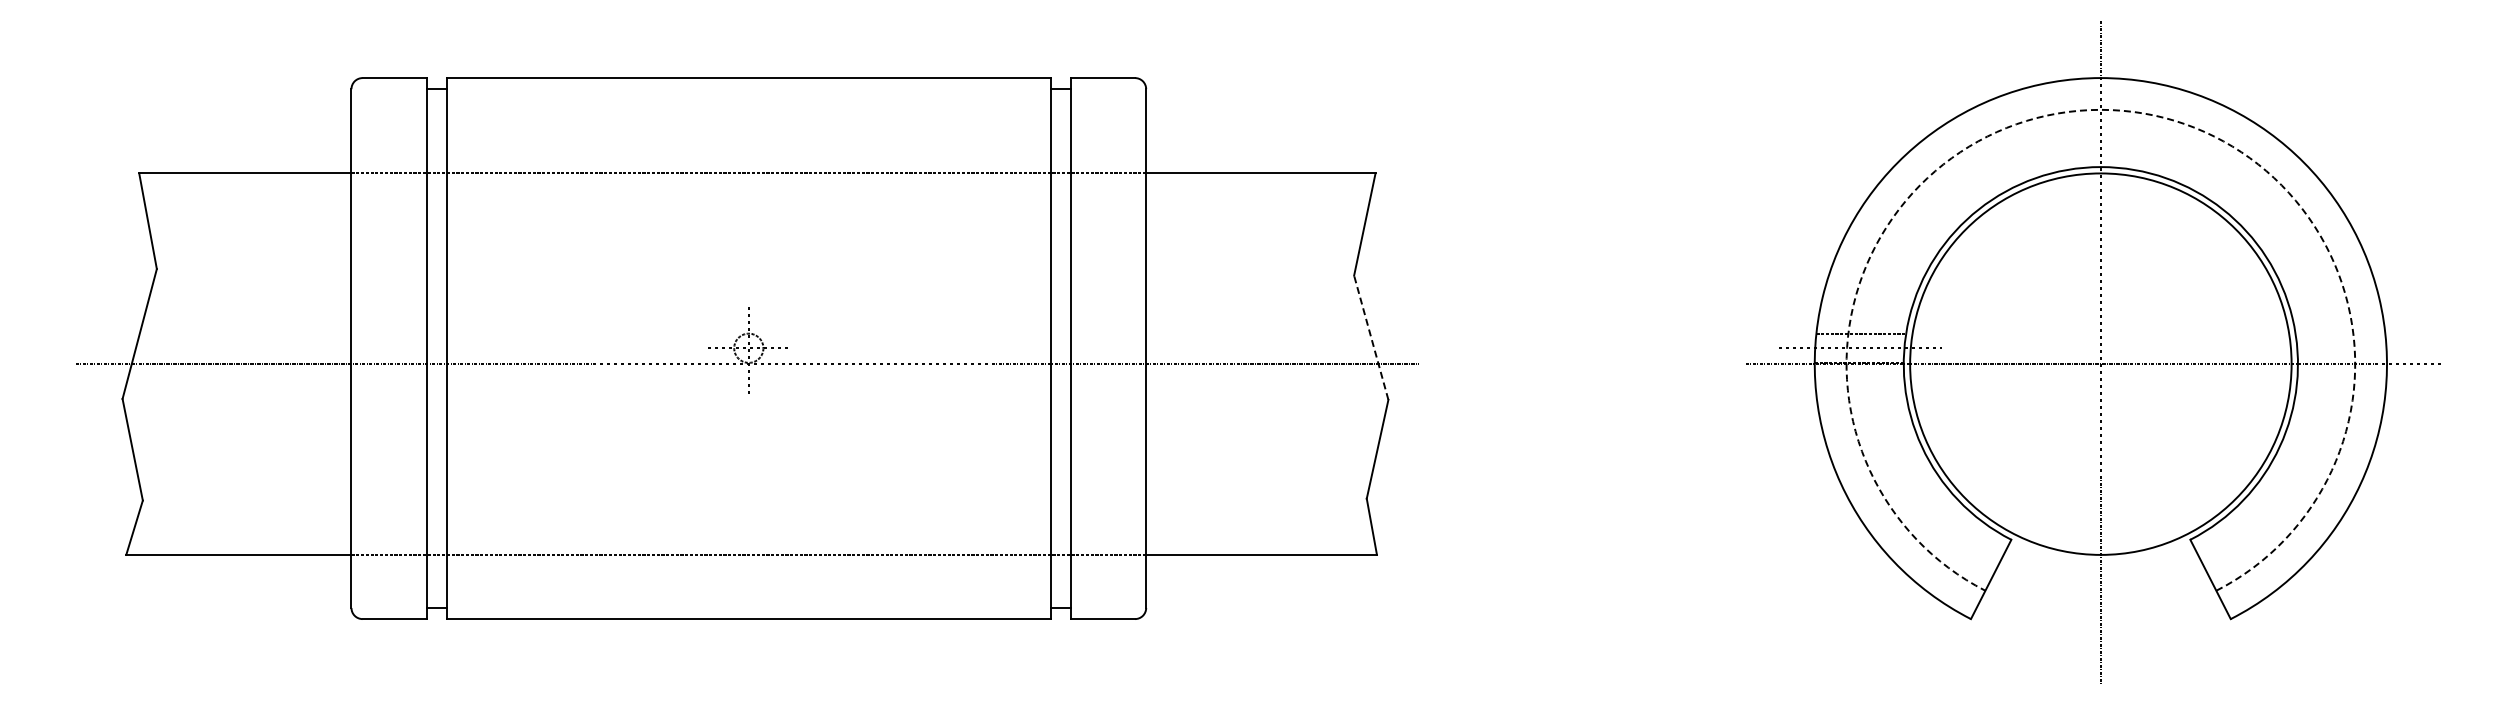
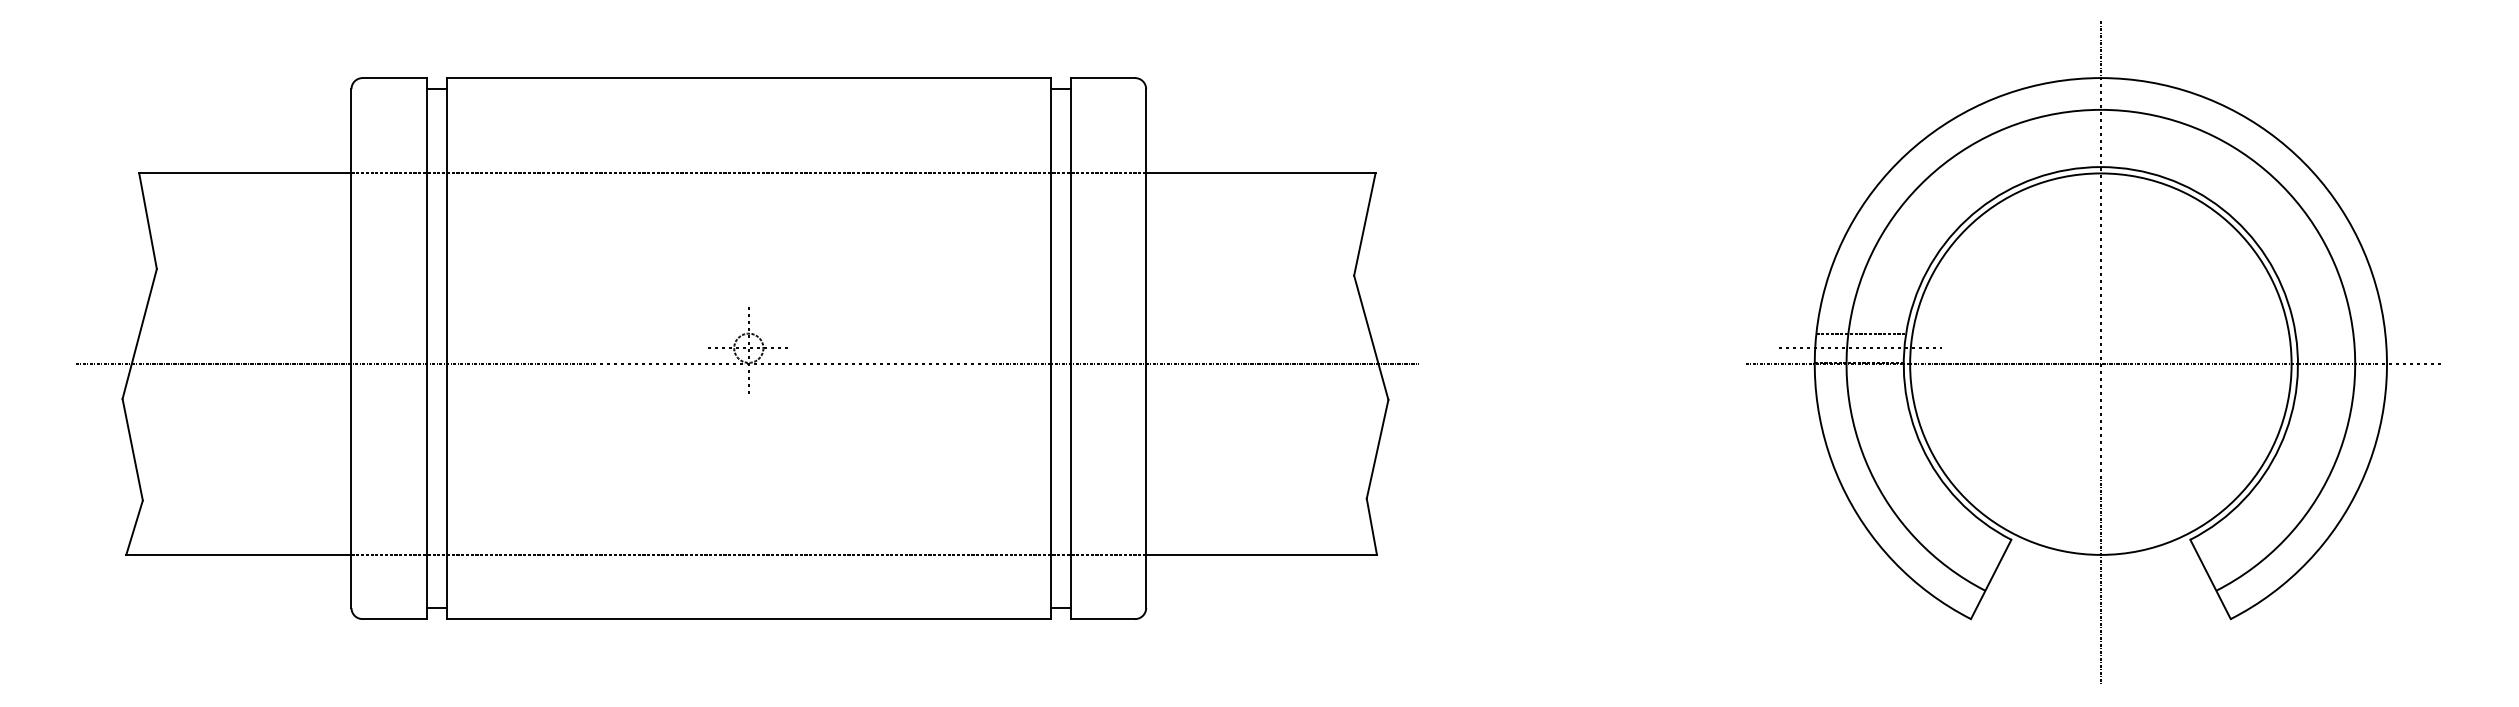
arc at (2100, 109): dashed -> solid
line at (1371, 337): dashed -> solid
